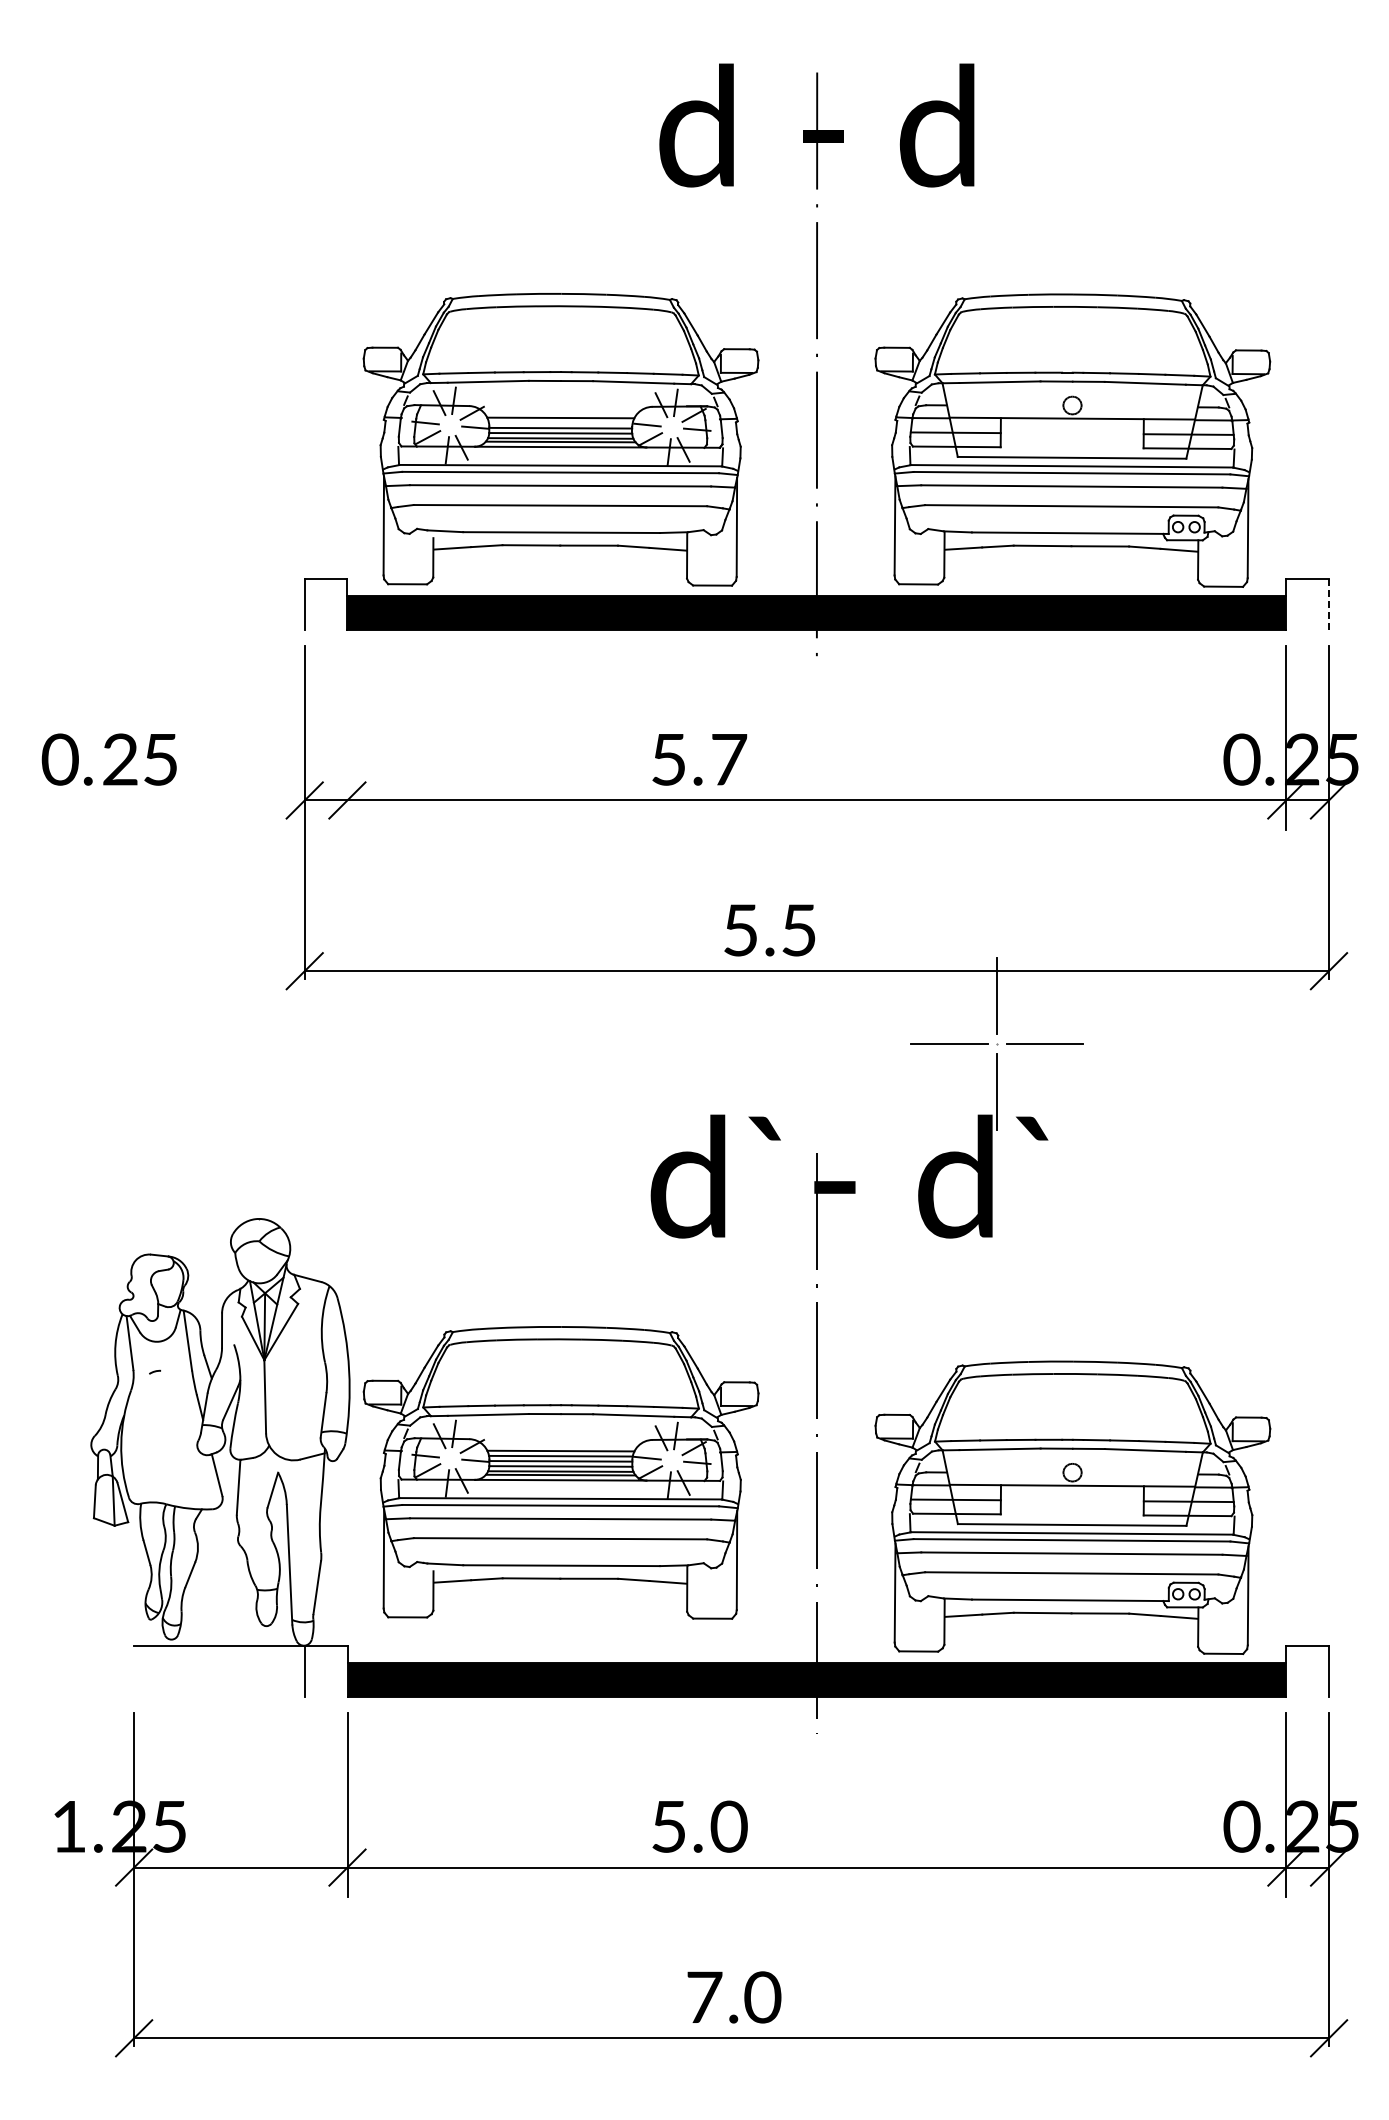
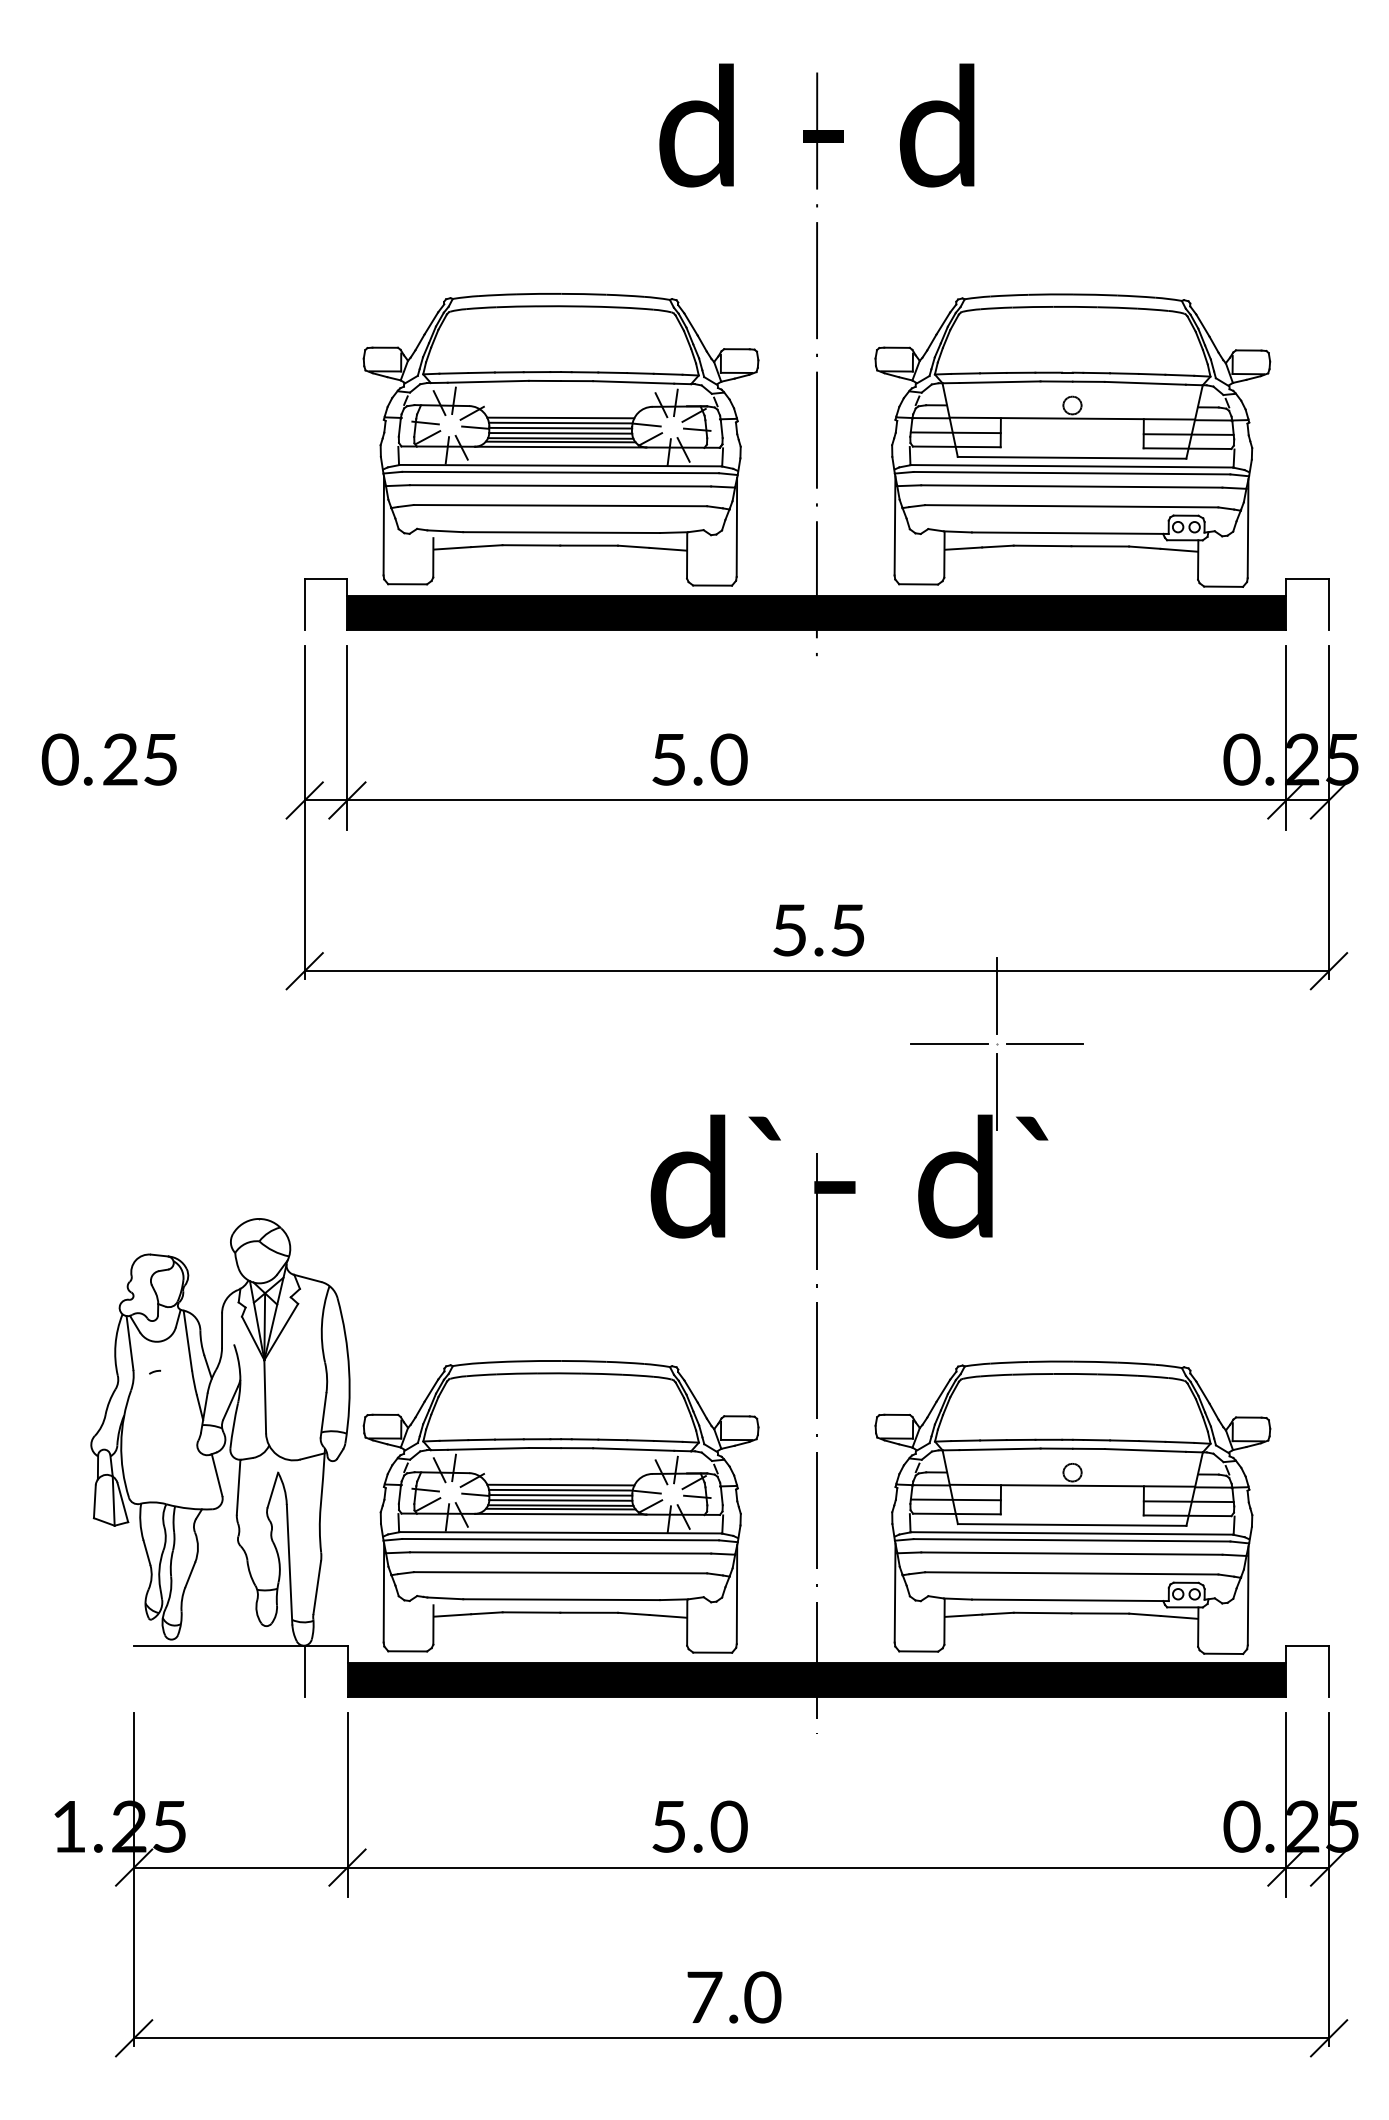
line at (560, 422): none -> present
line at (1328, 604): dashed -> solid
line at (347, 737): none -> present
text at (728, 759): 7 -> 0
text at (769, 930) position: (769, 930) -> (818, 930)
part at (560, 1472) position: (560, 1472) -> (560, 1506)
